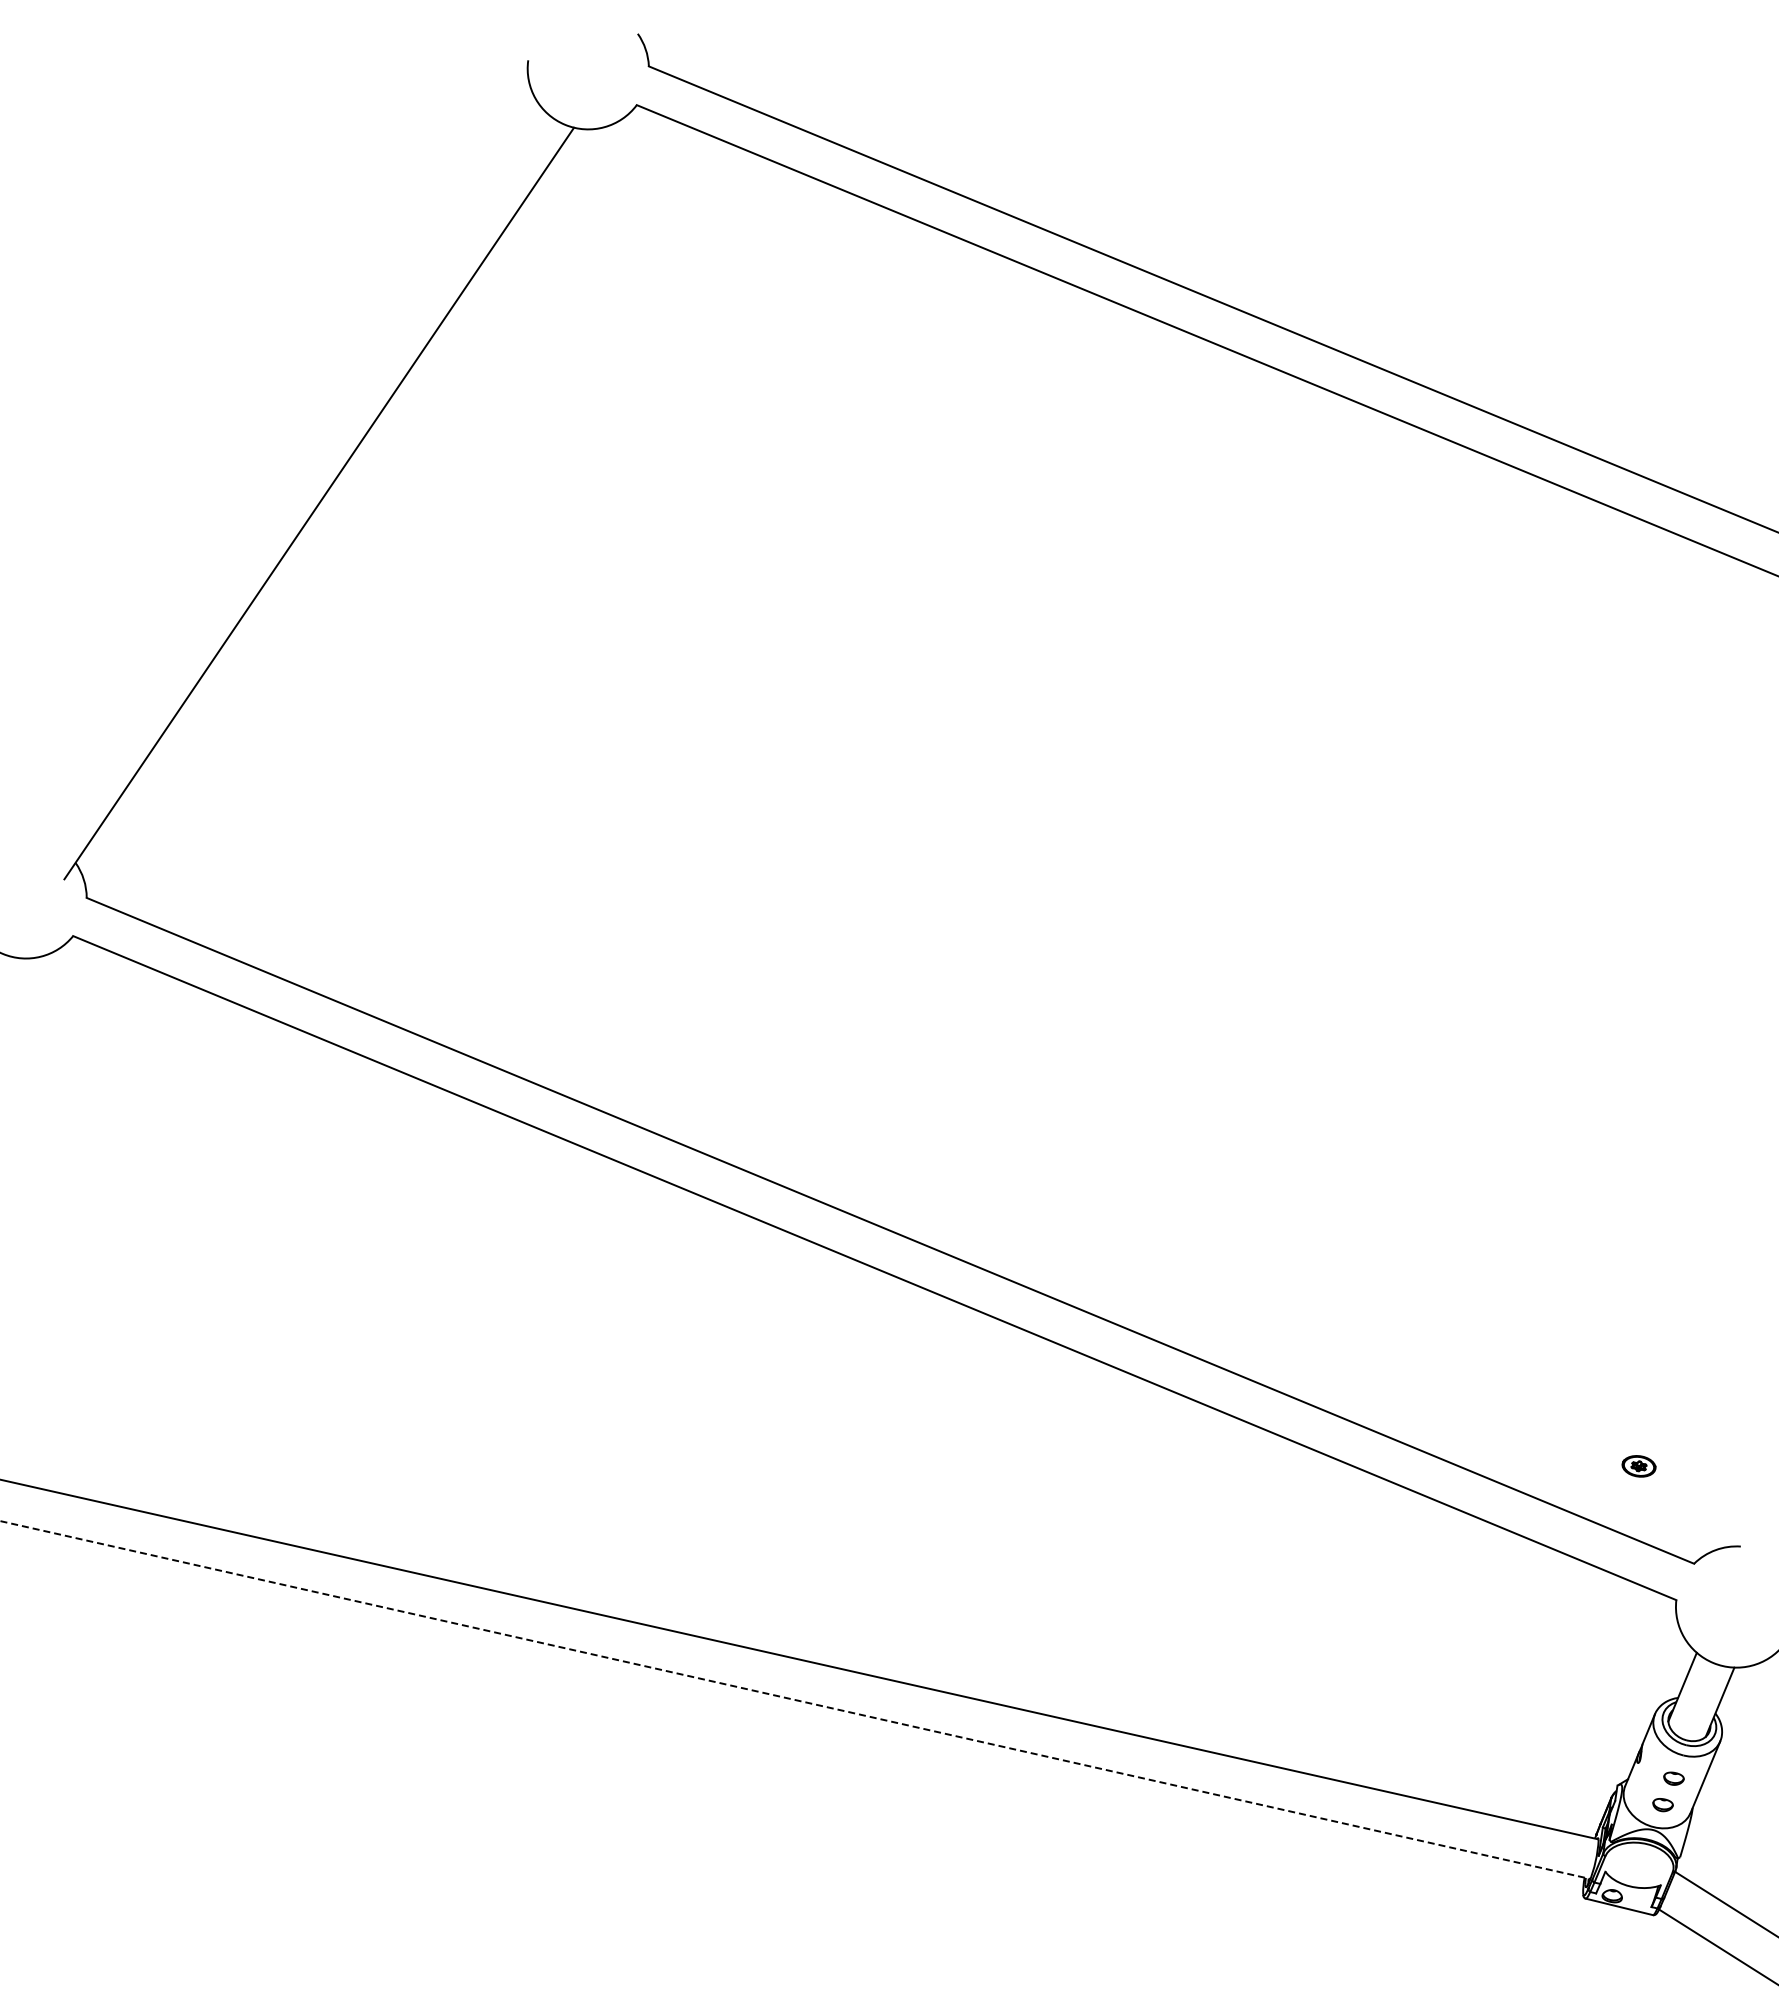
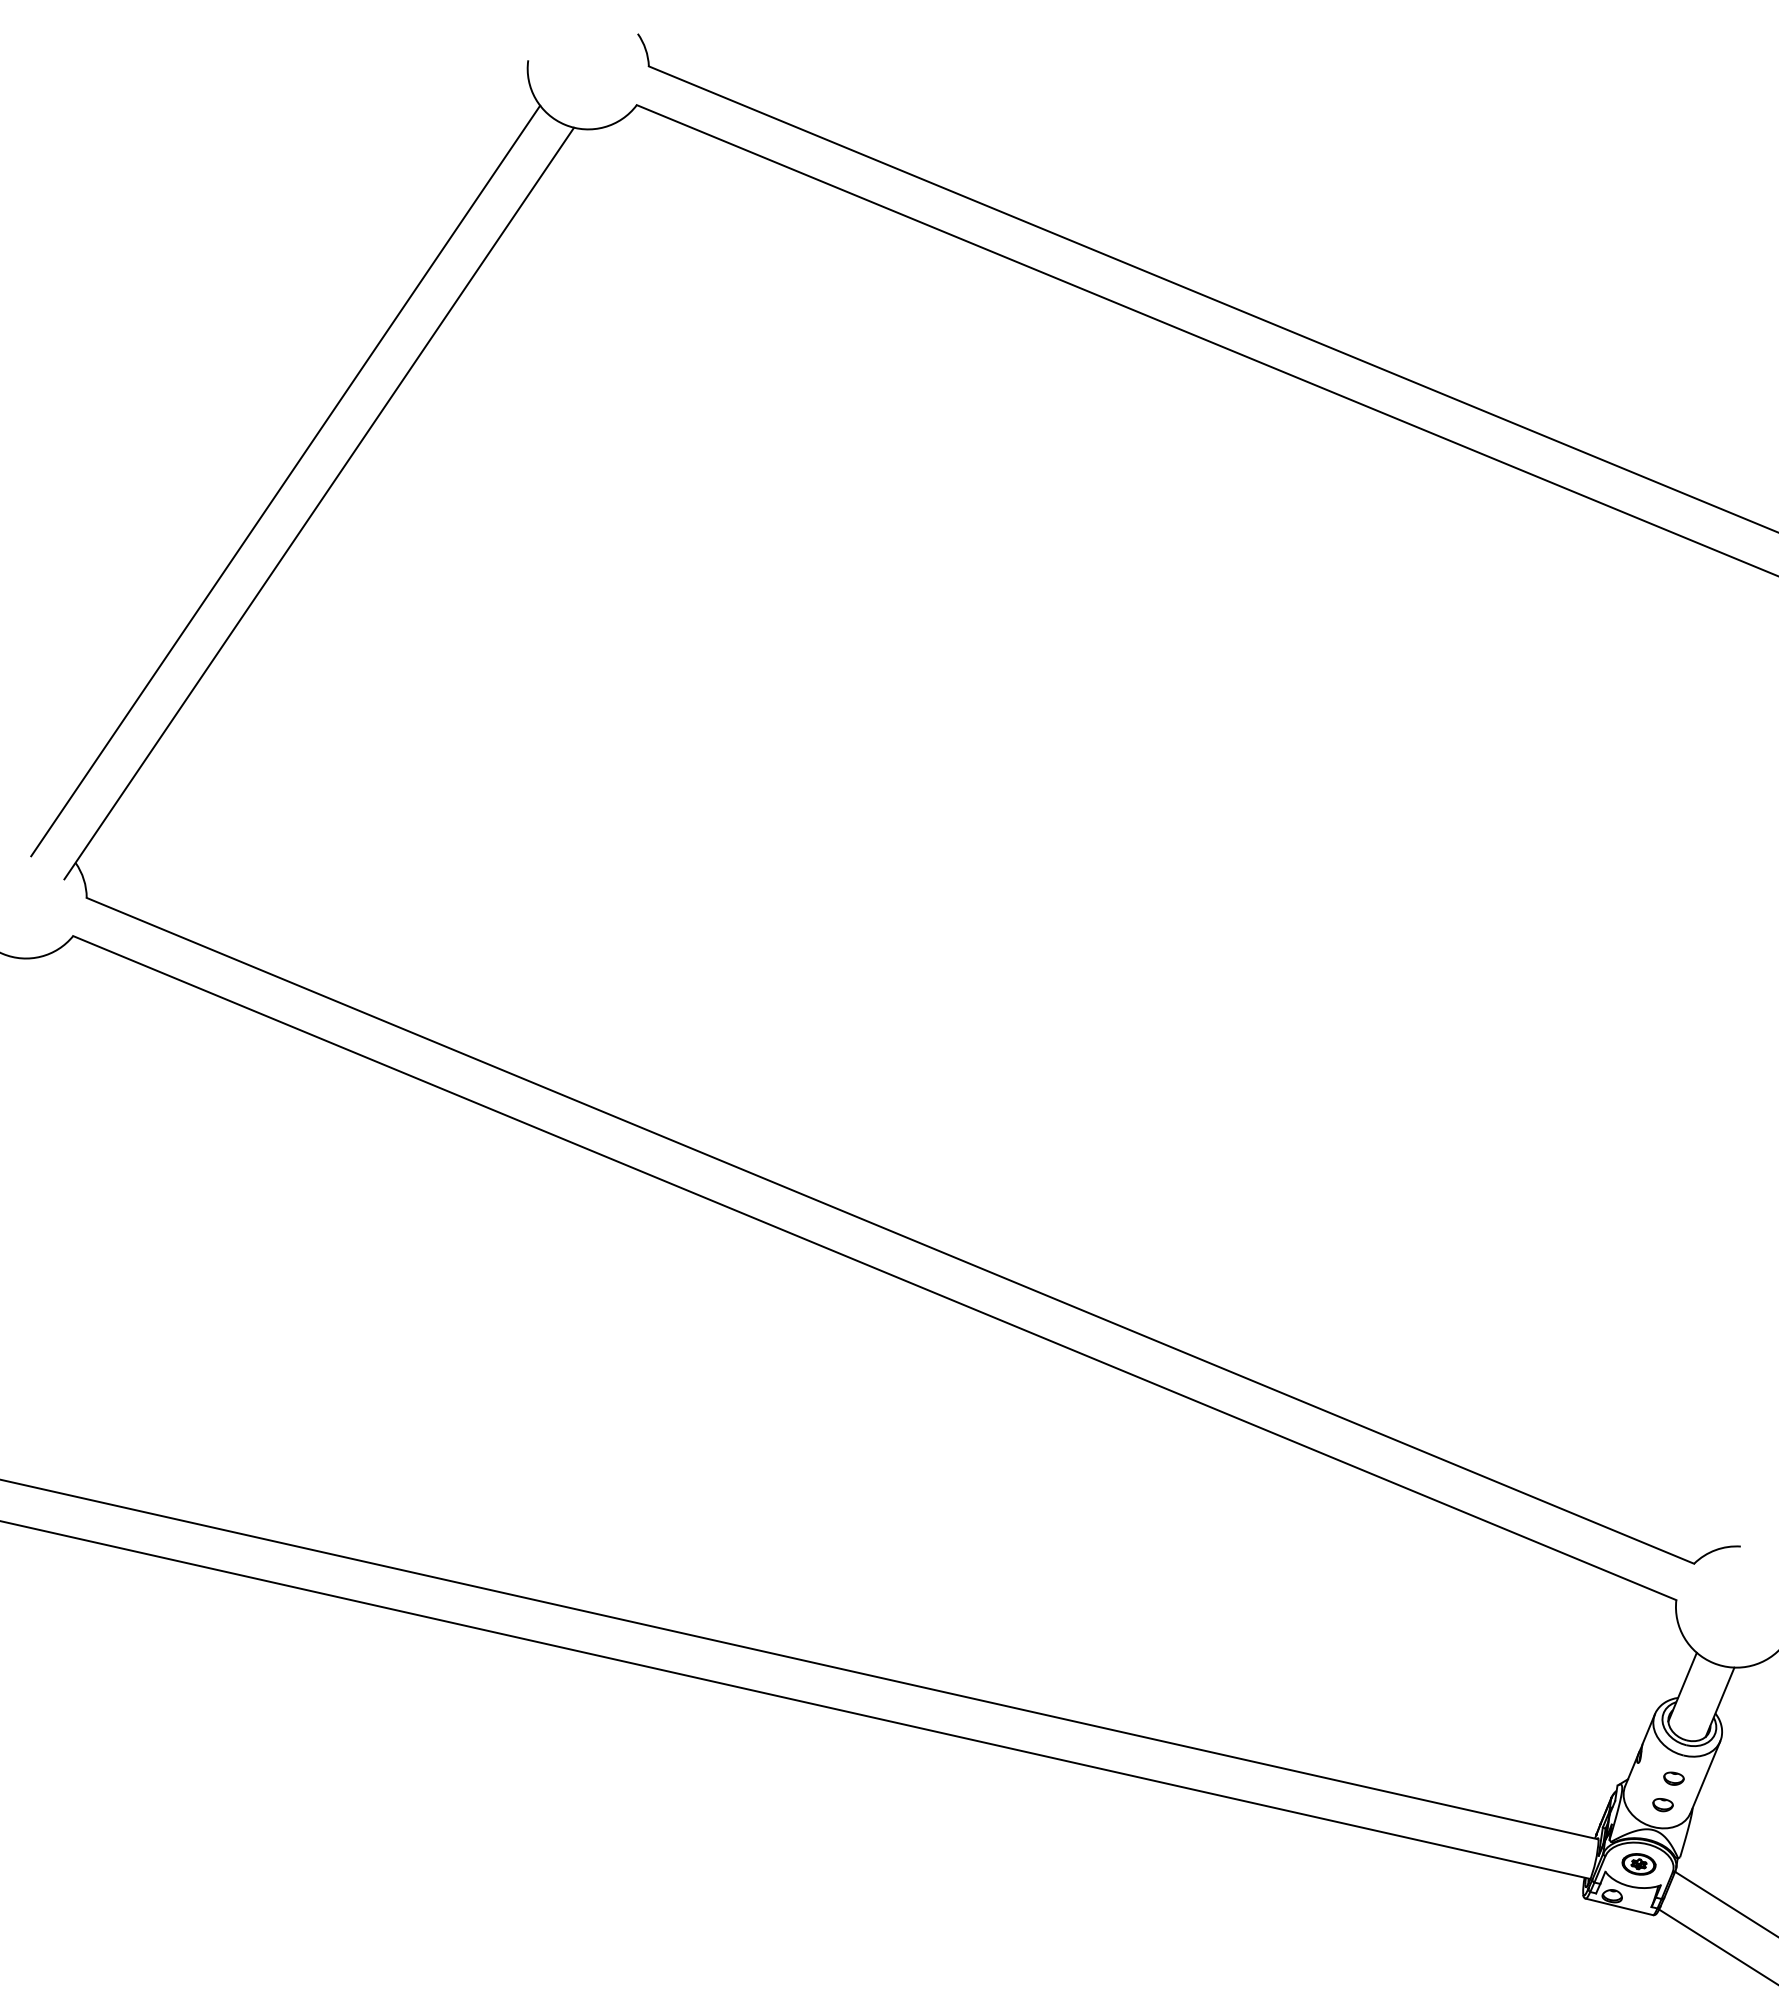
line at (285, 480): none -> present
part at (1638, 1466) position: (1638, 1466) -> (1638, 1864)
line at (795, 1700): dashed -> solid
